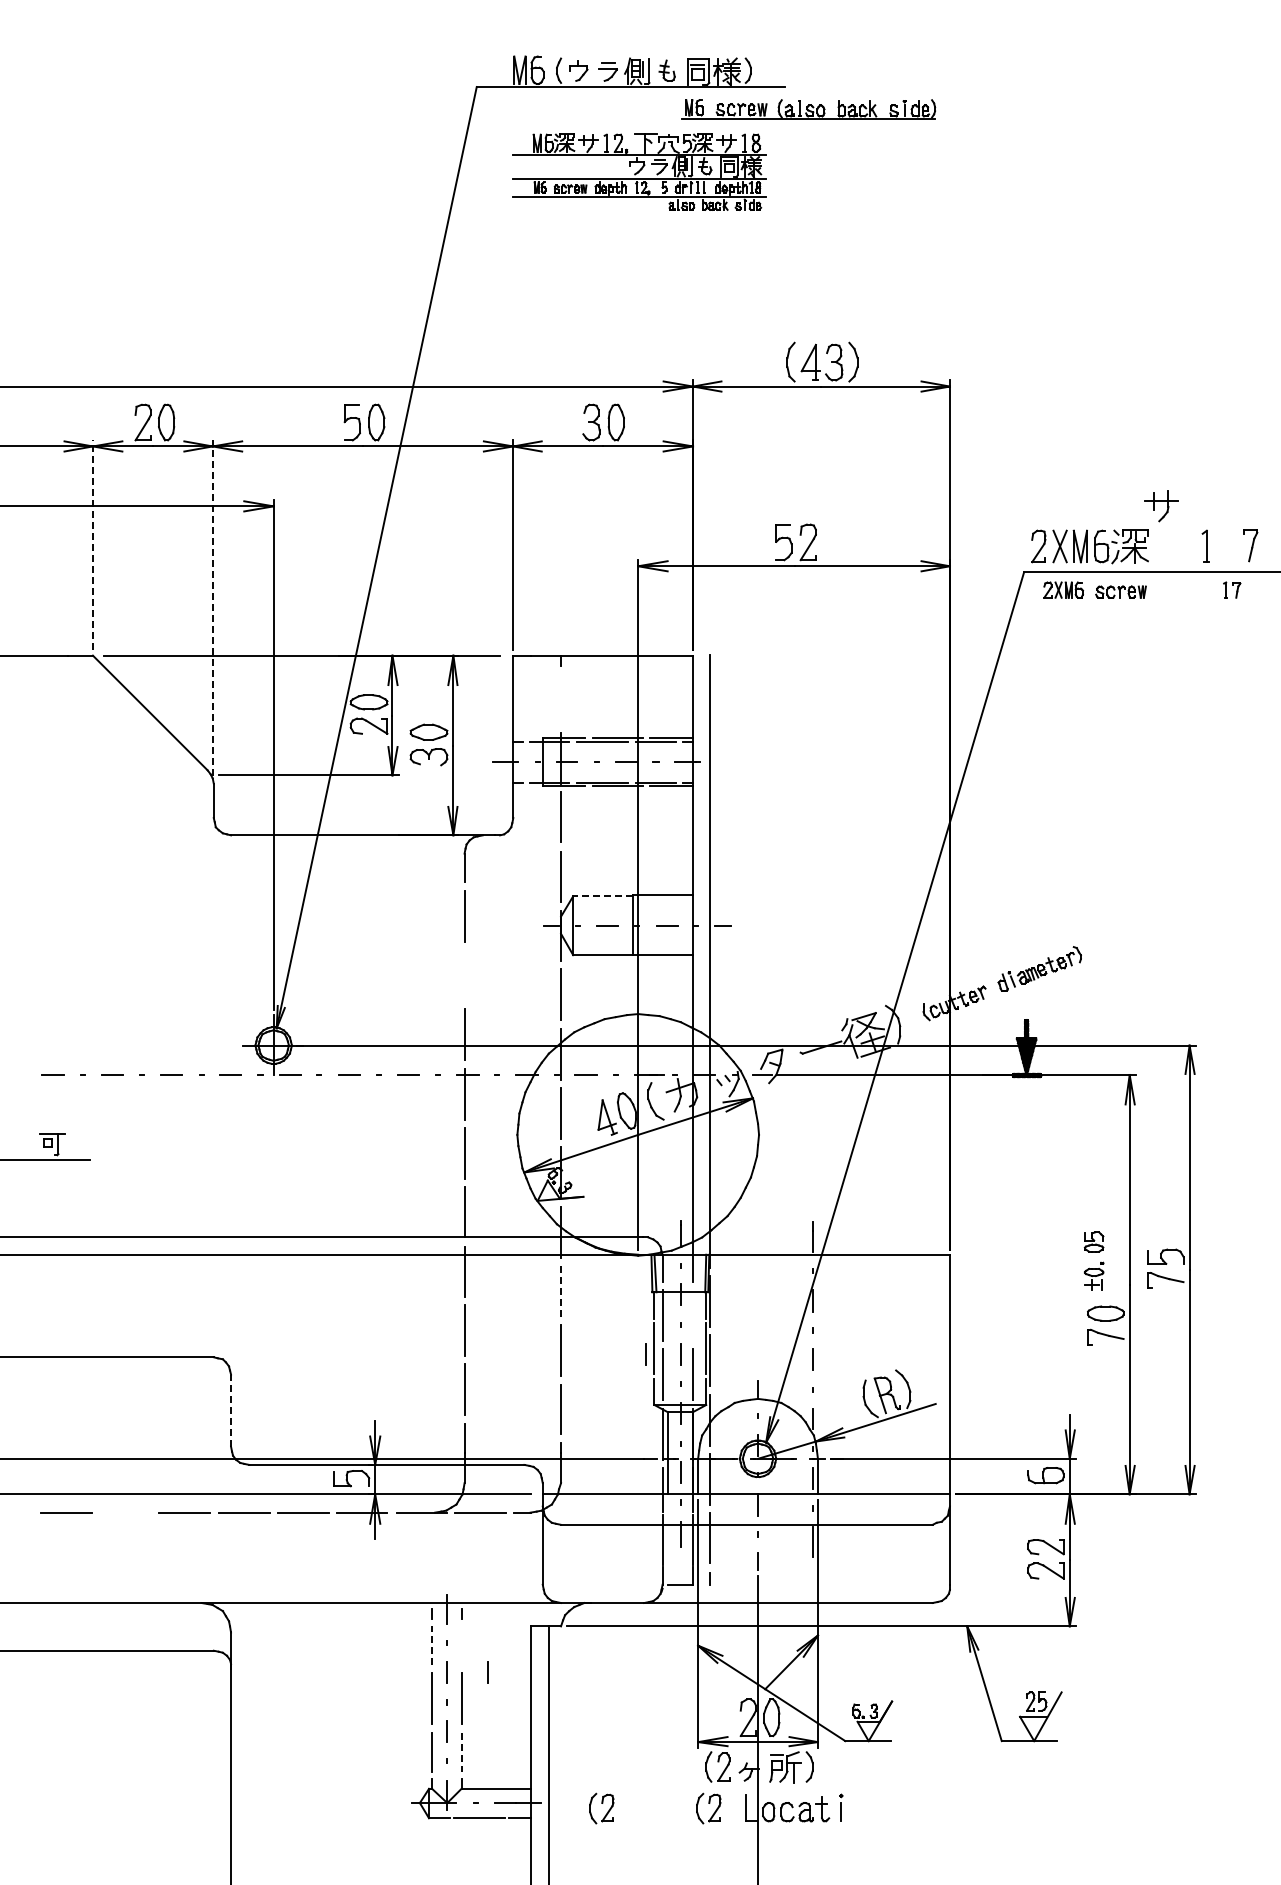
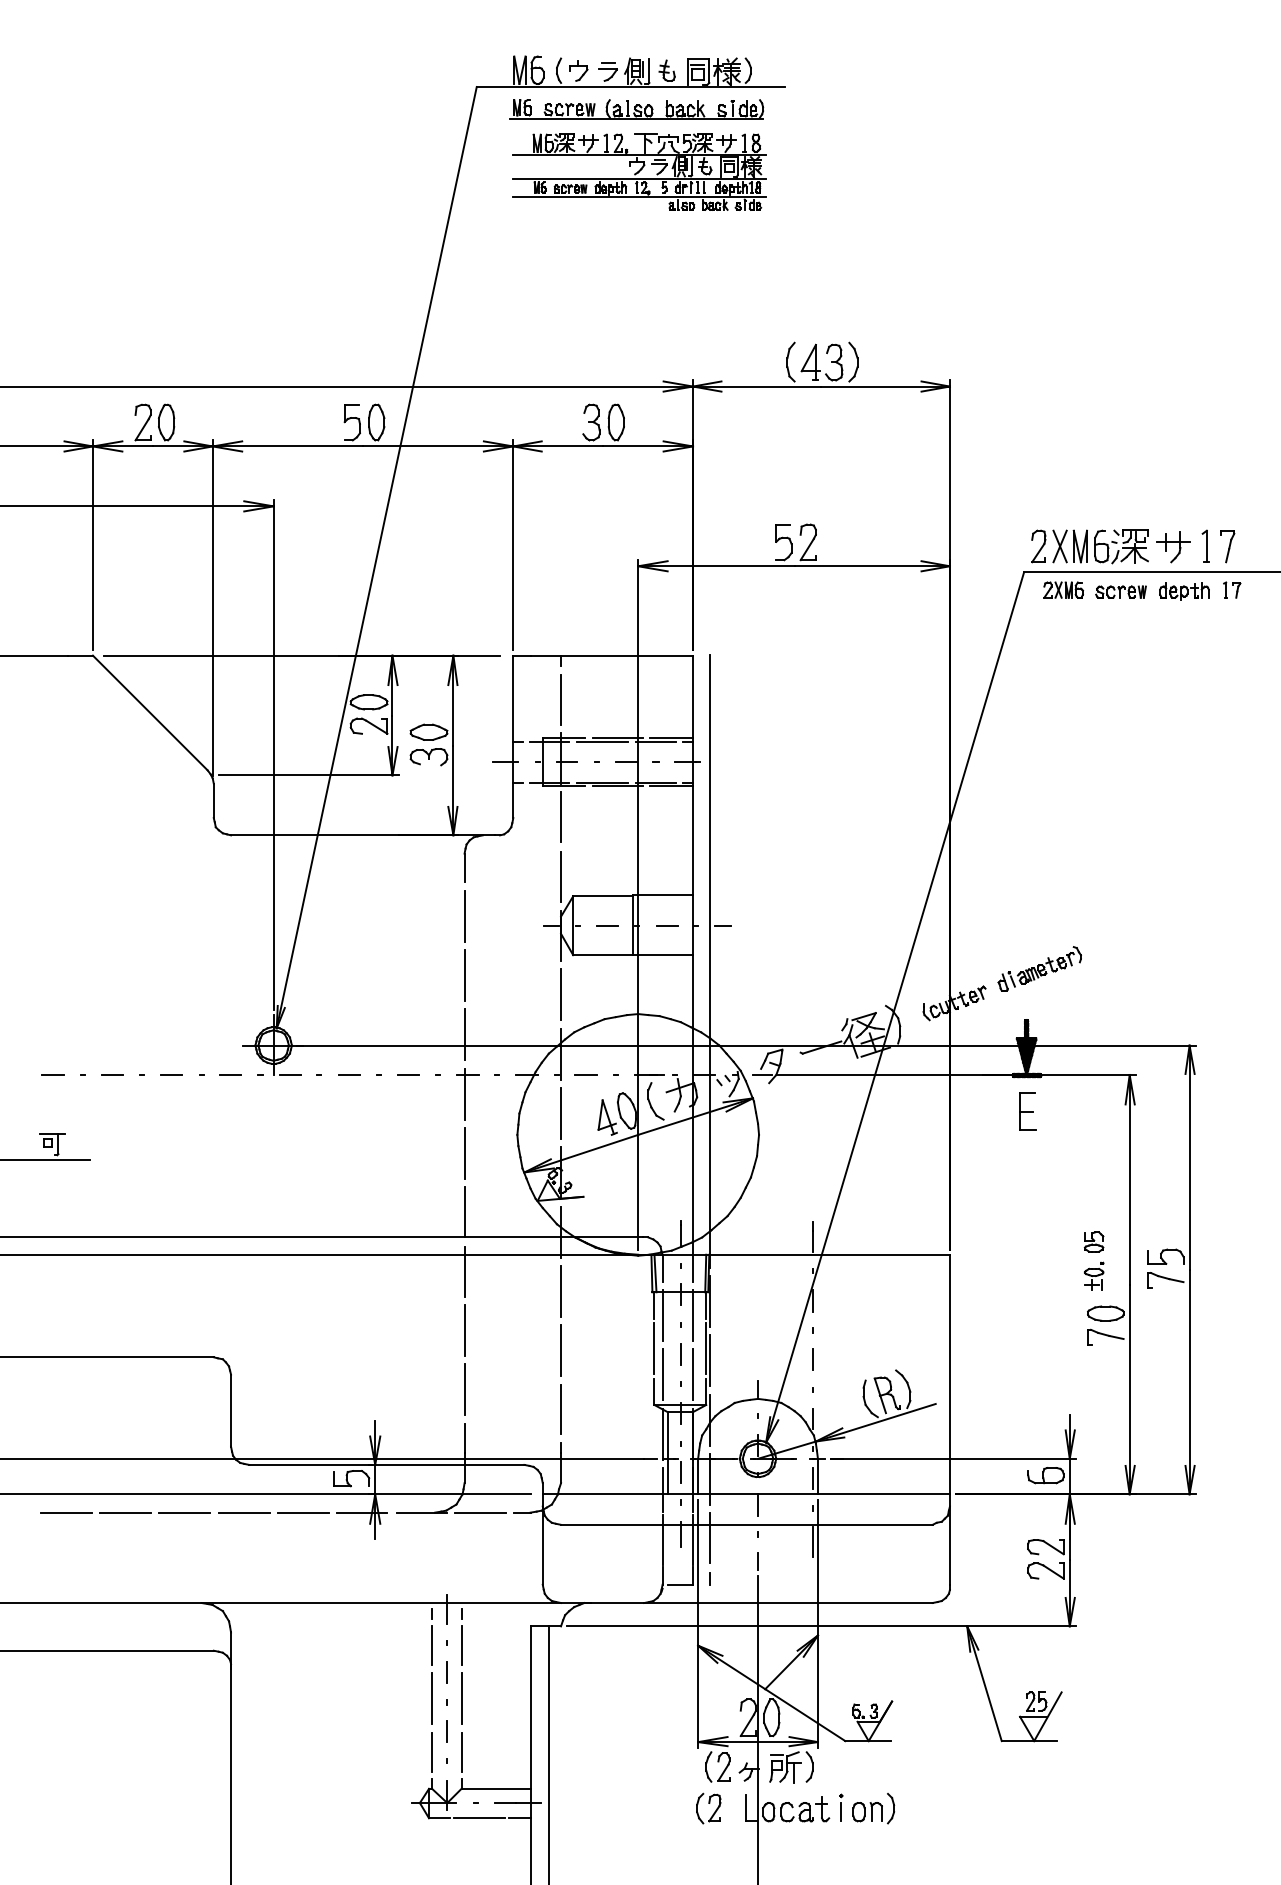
part at (808, 109) position: (808, 109) -> (636, 109)
part at (1161, 506) position: (1161, 506) -> (1173, 547)
line at (92, 544): dashed -> solid
part at (1250, 545) position: (1250, 545) -> (1227, 546)
part at (1184, 591): none -> present
line at (212, 607): dashed -> solid
line at (561, 699): none -> present
line at (603, 896): dashed -> solid
line at (464, 975): none -> present
part at (1027, 1111): none -> present
line at (561, 1291): dashed -> solid
line at (693, 1315): none -> present
line at (645, 1354): present -> none
line at (231, 1410): dashed -> solid
line at (125, 1512): none -> present
line at (432, 1645): dashed -> solid
line at (461, 1645): none -> present
line at (487, 1672): present -> none
line at (461, 1752): dashed -> solid
part at (601, 1808): present -> none
part at (873, 1808): none -> present
